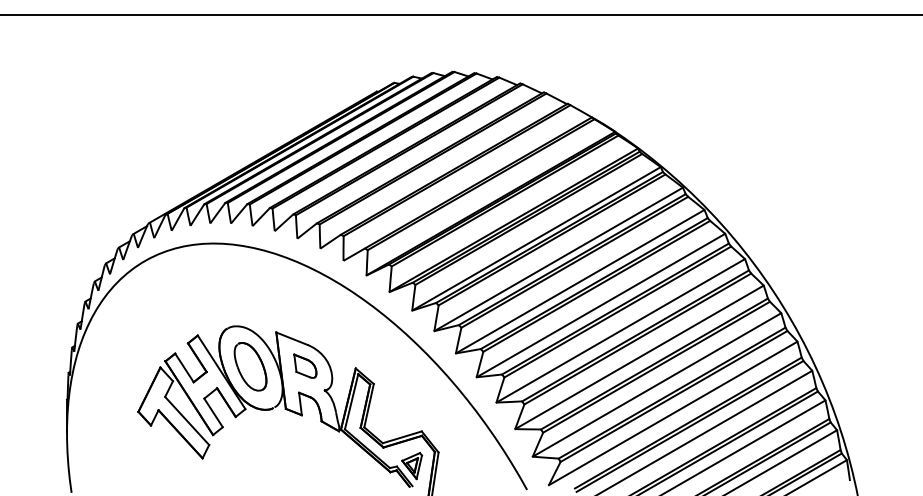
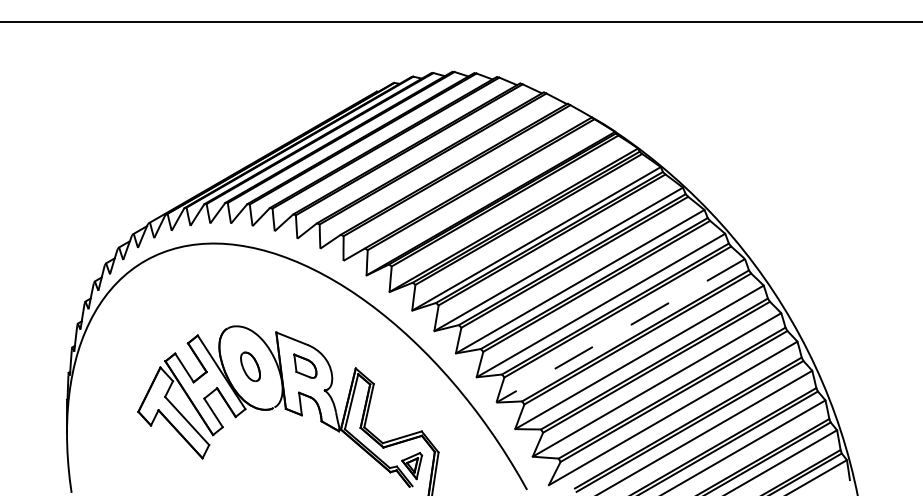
line at (460, 14) position: (460, 14) -> (460, 21)
line at (620, 331): solid -> dashed
part at (250, 366) size: 35x50 px -> 21x32 px
